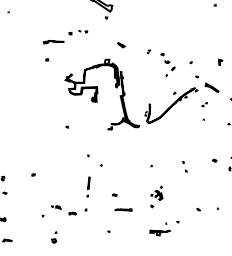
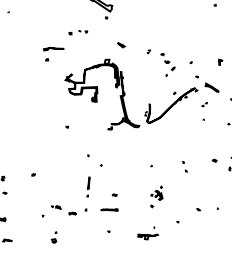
part at (53, 41) position: (53, 41) -> (53, 48)
line at (123, 209) position: (123, 209) -> (109, 209)
part at (160, 229) position: (160, 229) -> (148, 233)
